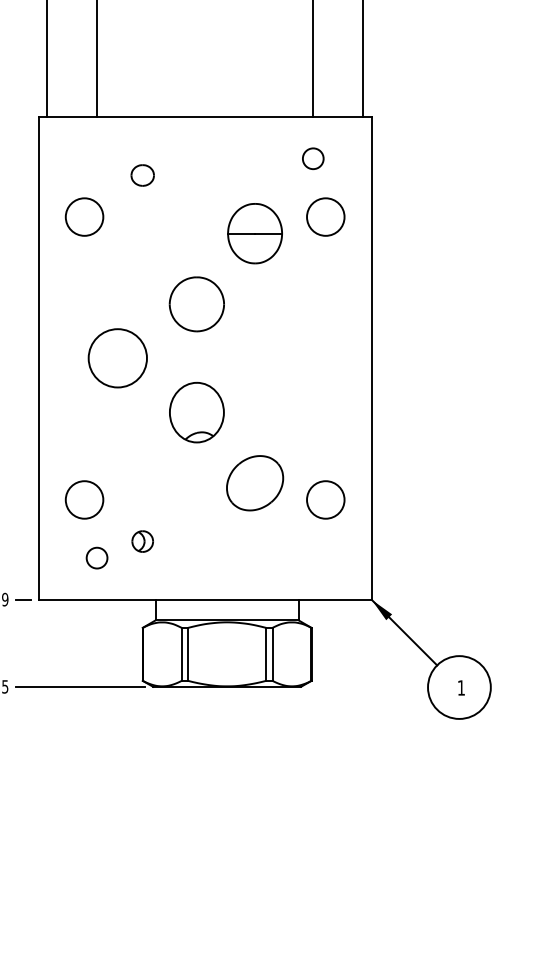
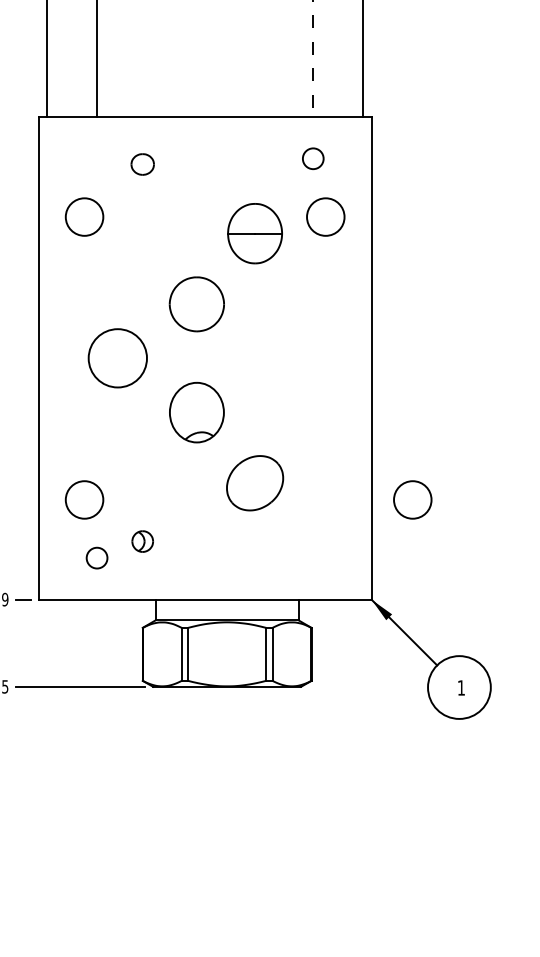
line at (313, 59): solid -> dashed
part at (142, 175) position: (142, 175) -> (142, 164)
circle at (325, 499) position: (325, 499) -> (412, 499)
